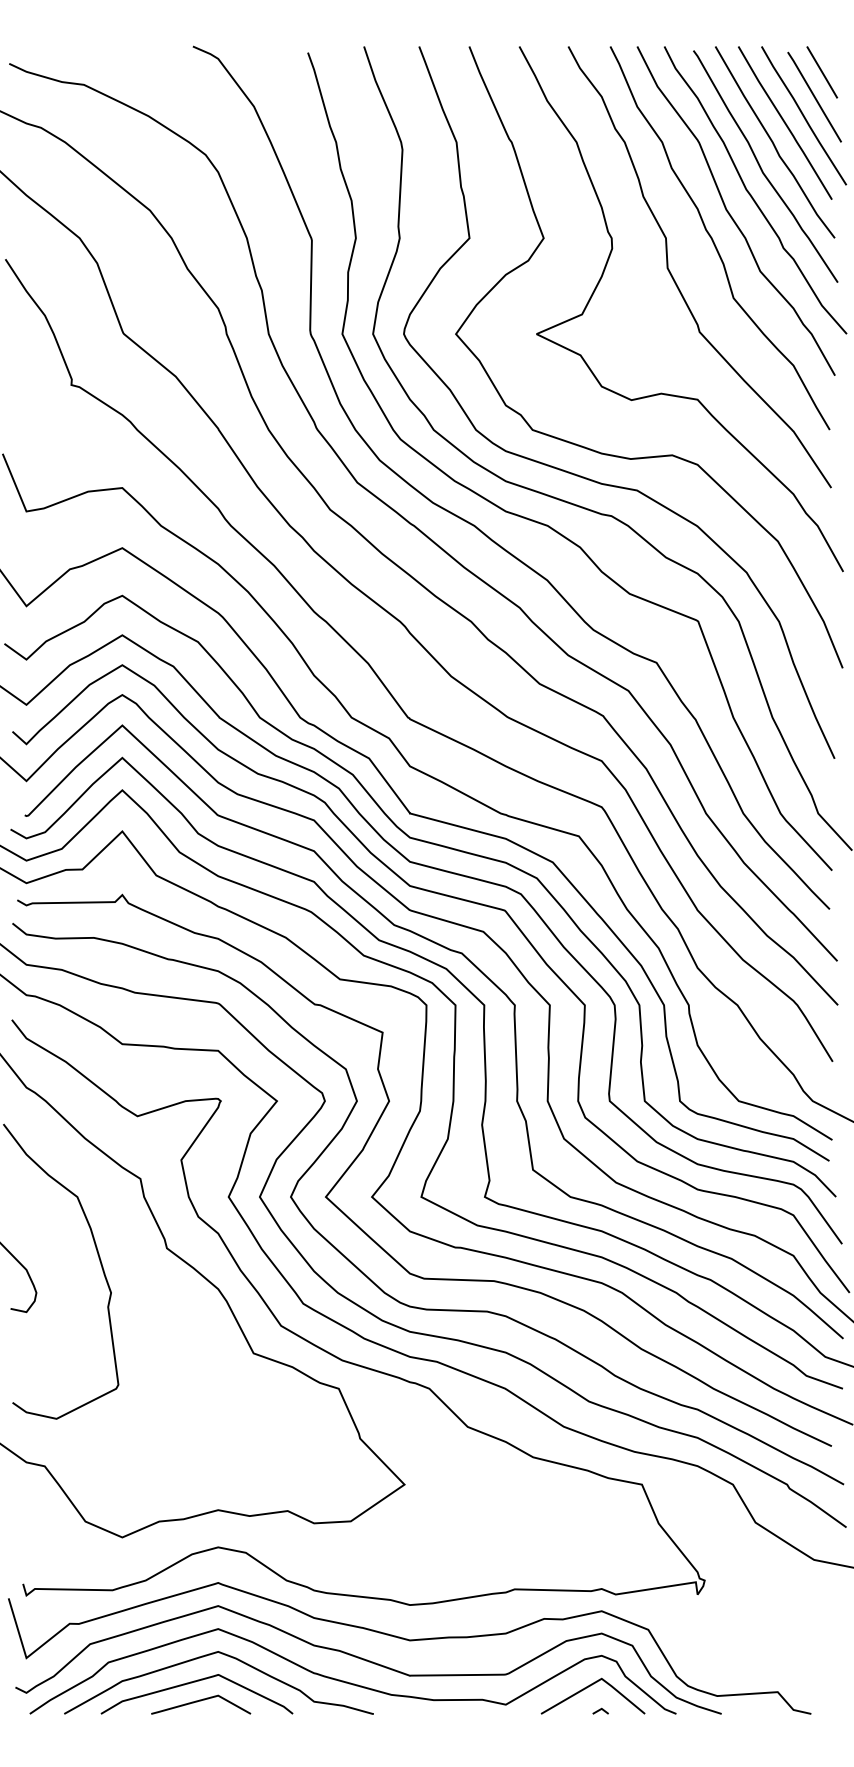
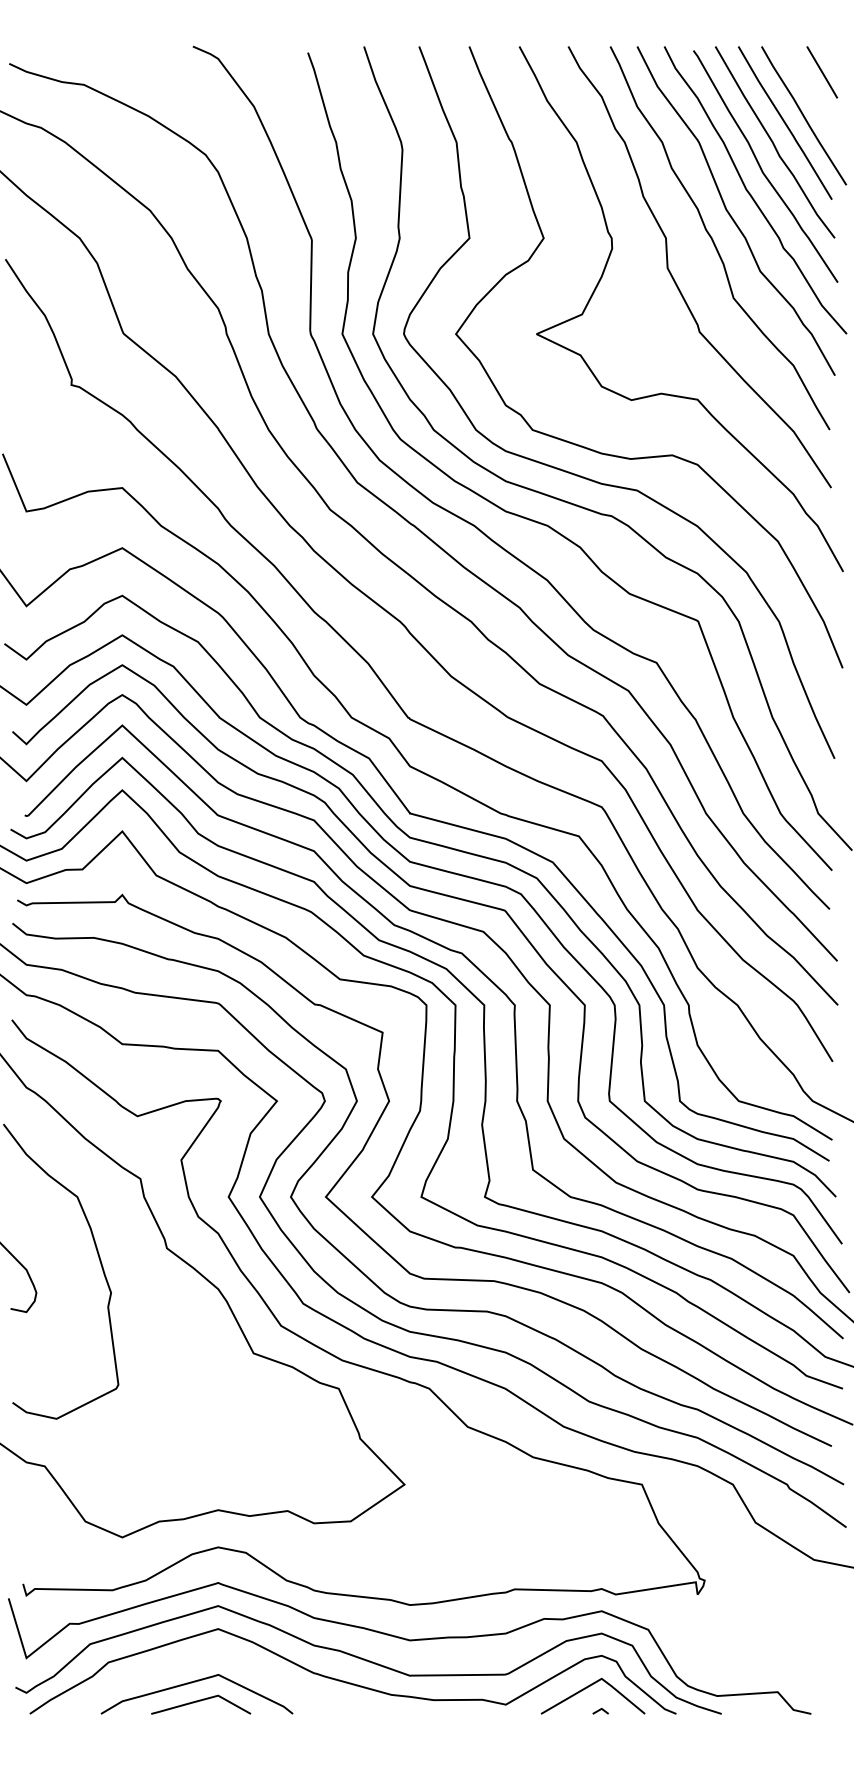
line at (814, 96): present -> none
curve at (229, 1657): present -> none
